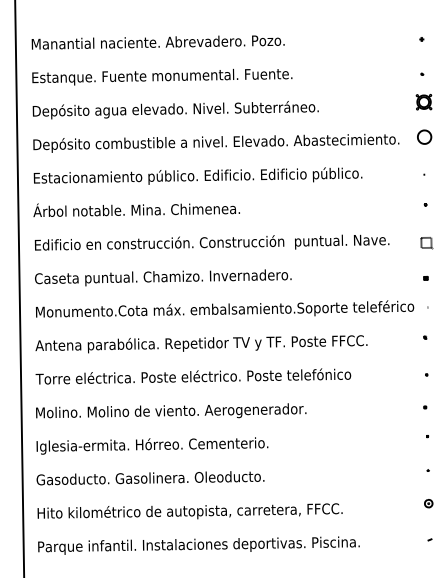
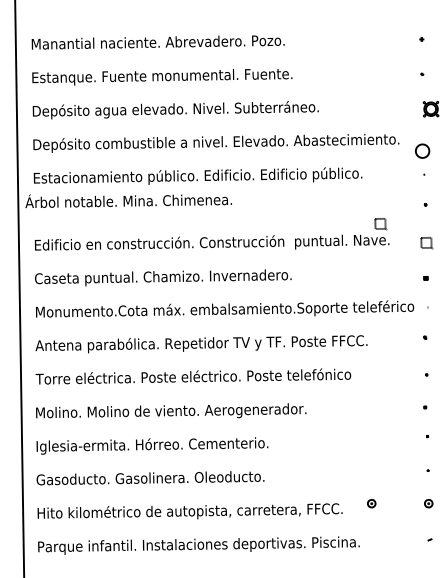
part at (423, 102) position: (423, 102) -> (430, 109)
part at (424, 136) position: (424, 136) -> (422, 150)
text at (136, 209) position: (136, 209) -> (128, 200)
part at (380, 224): none -> present
part at (371, 503): none -> present
